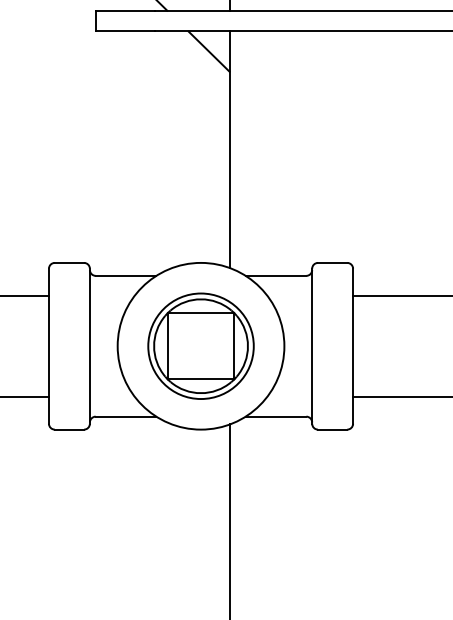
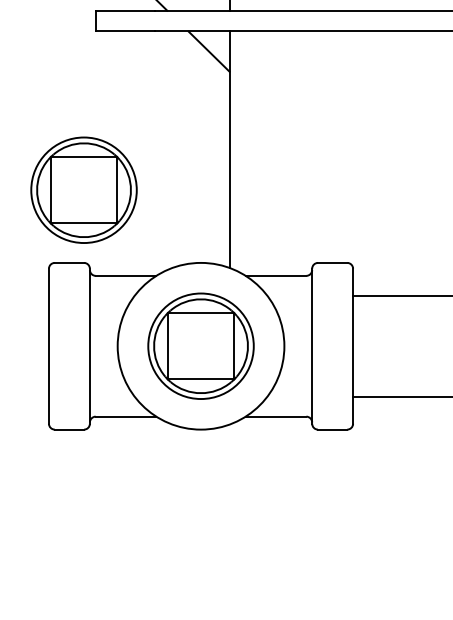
part at (83, 189): none -> present
line at (25, 295): present -> none
line at (25, 396): present -> none
line at (230, 520): present -> none
